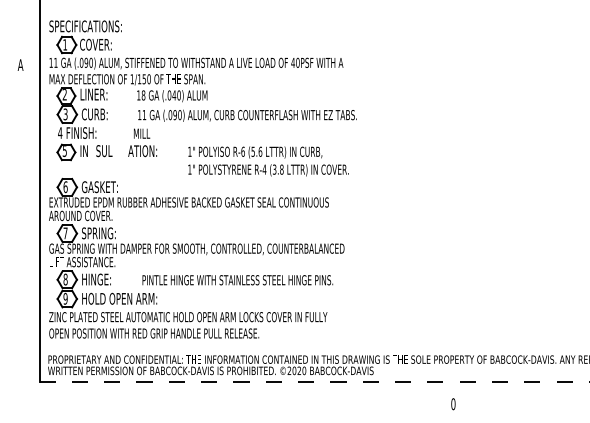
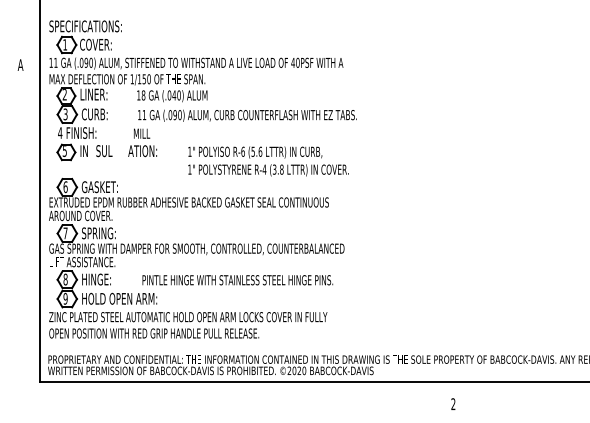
line at (314, 382): dashed -> solid
text at (453, 404): 0 -> 2
